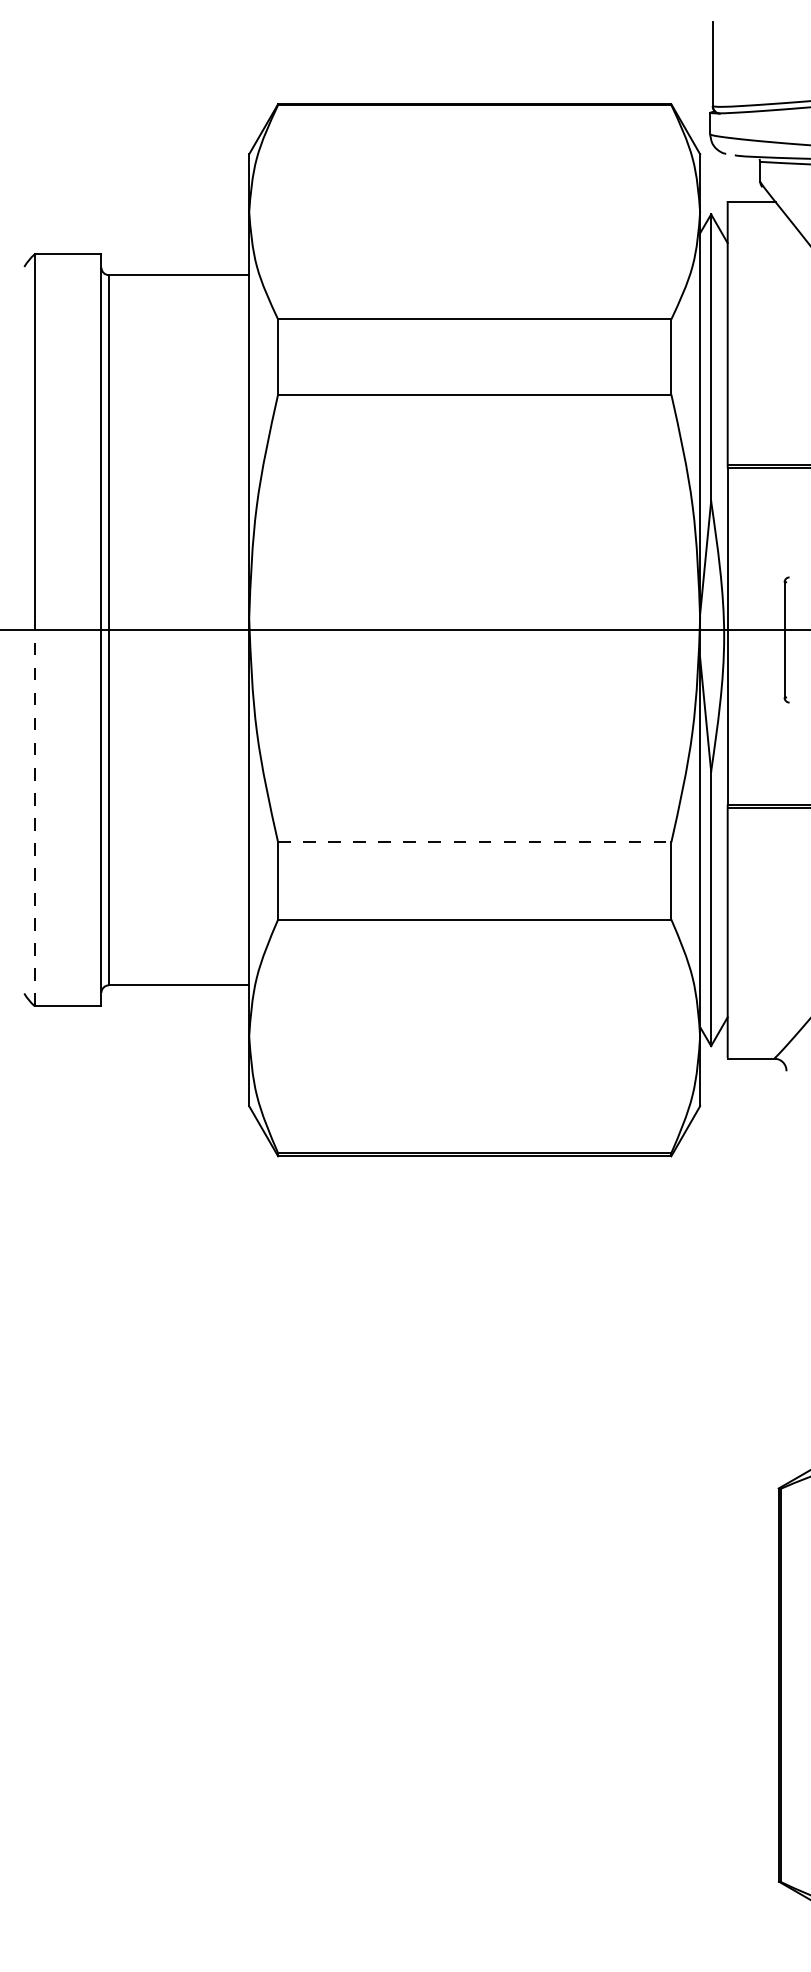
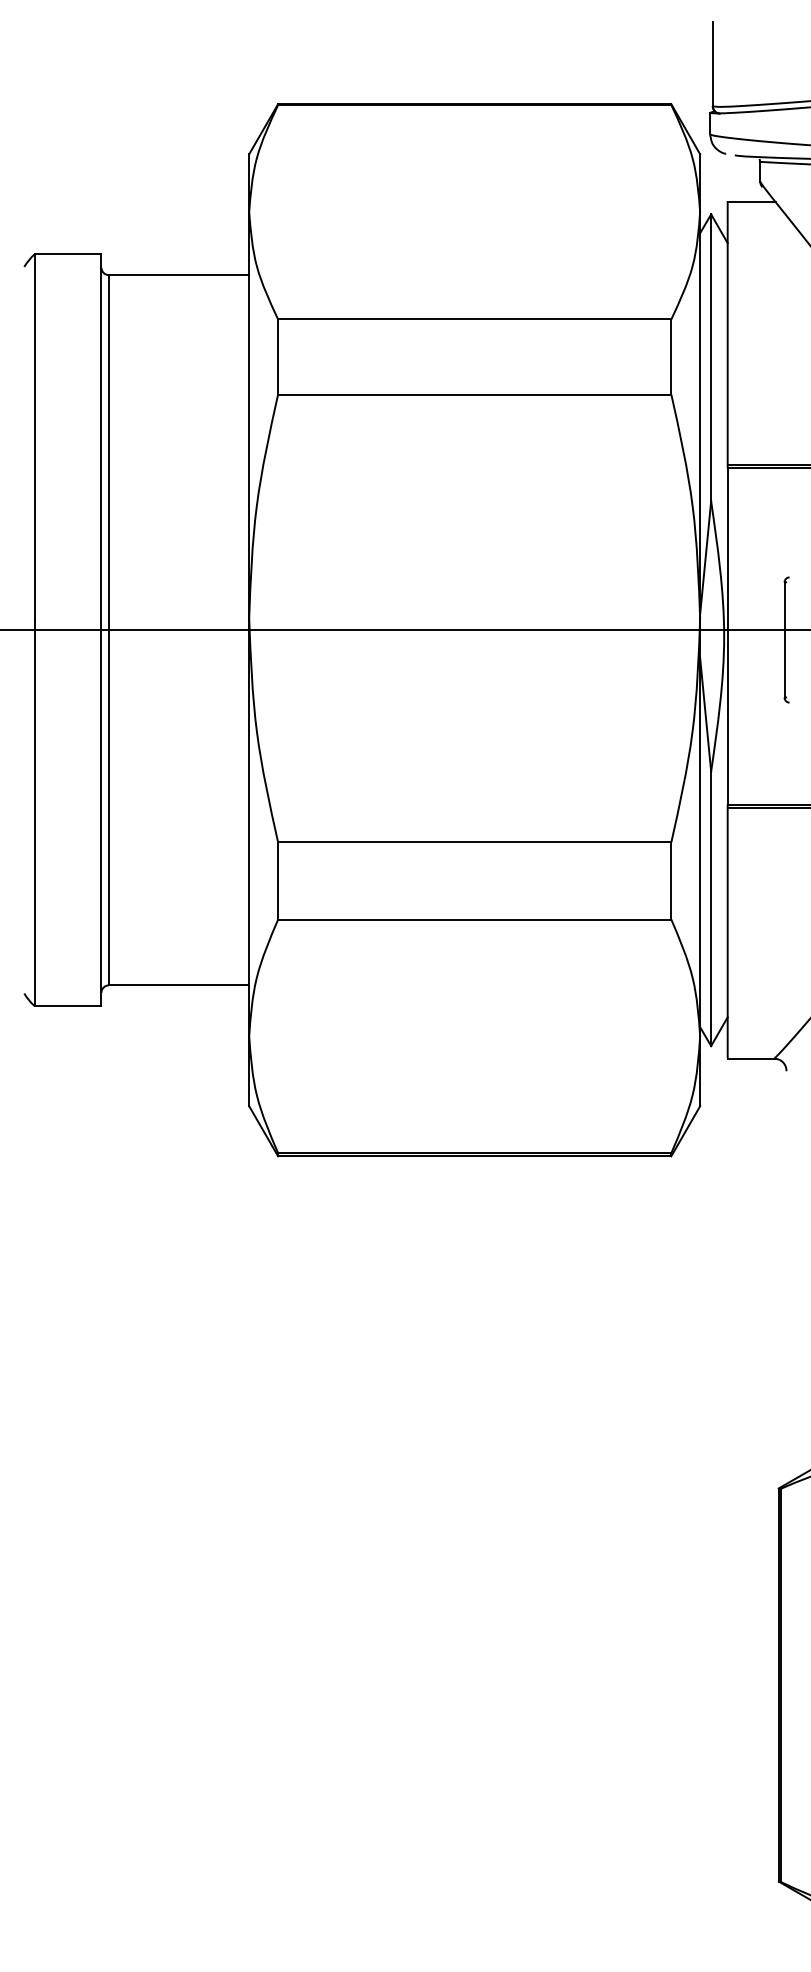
line at (34, 813): dashed -> solid
line at (474, 842): dashed -> solid
